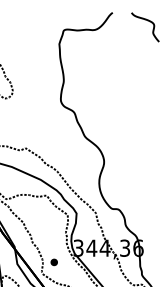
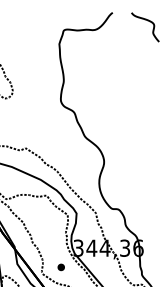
part at (53, 262) position: (53, 262) -> (60, 267)
